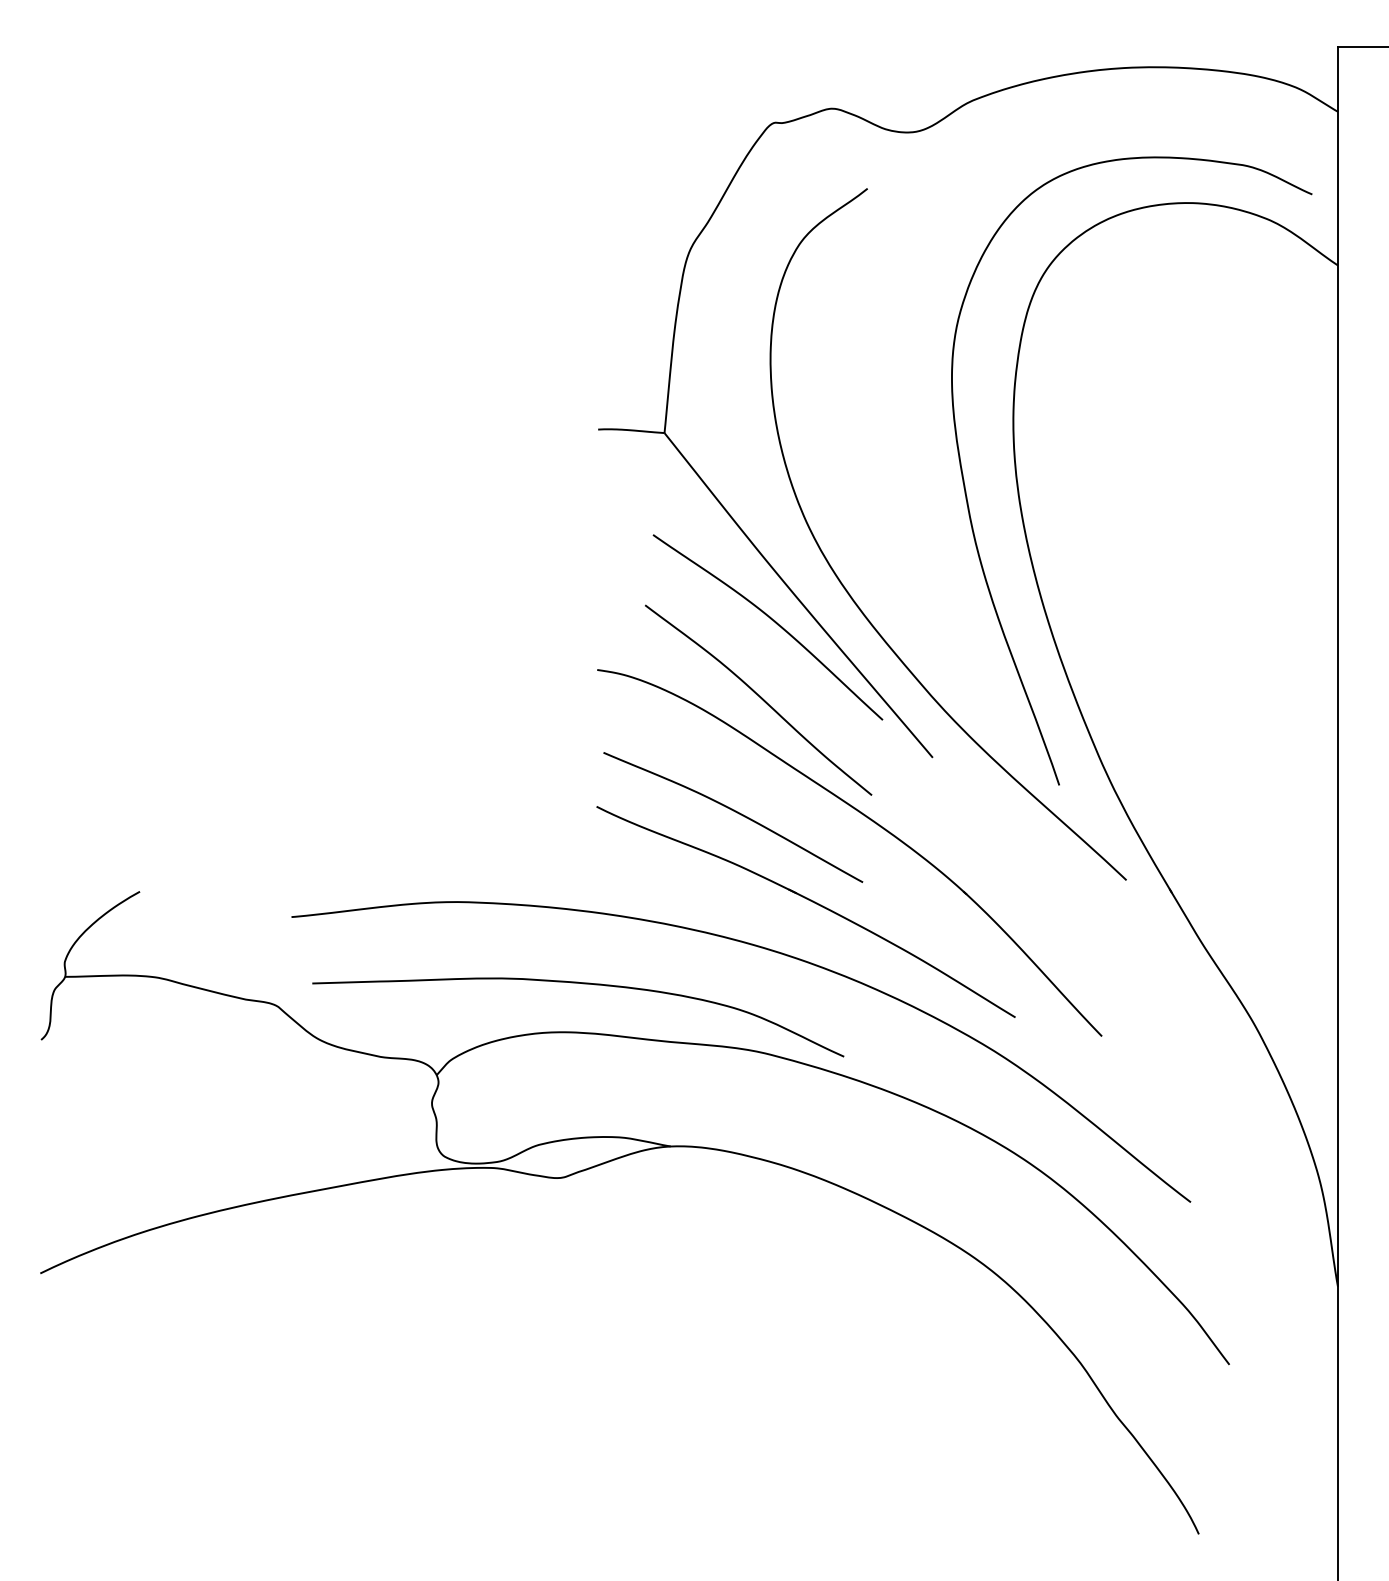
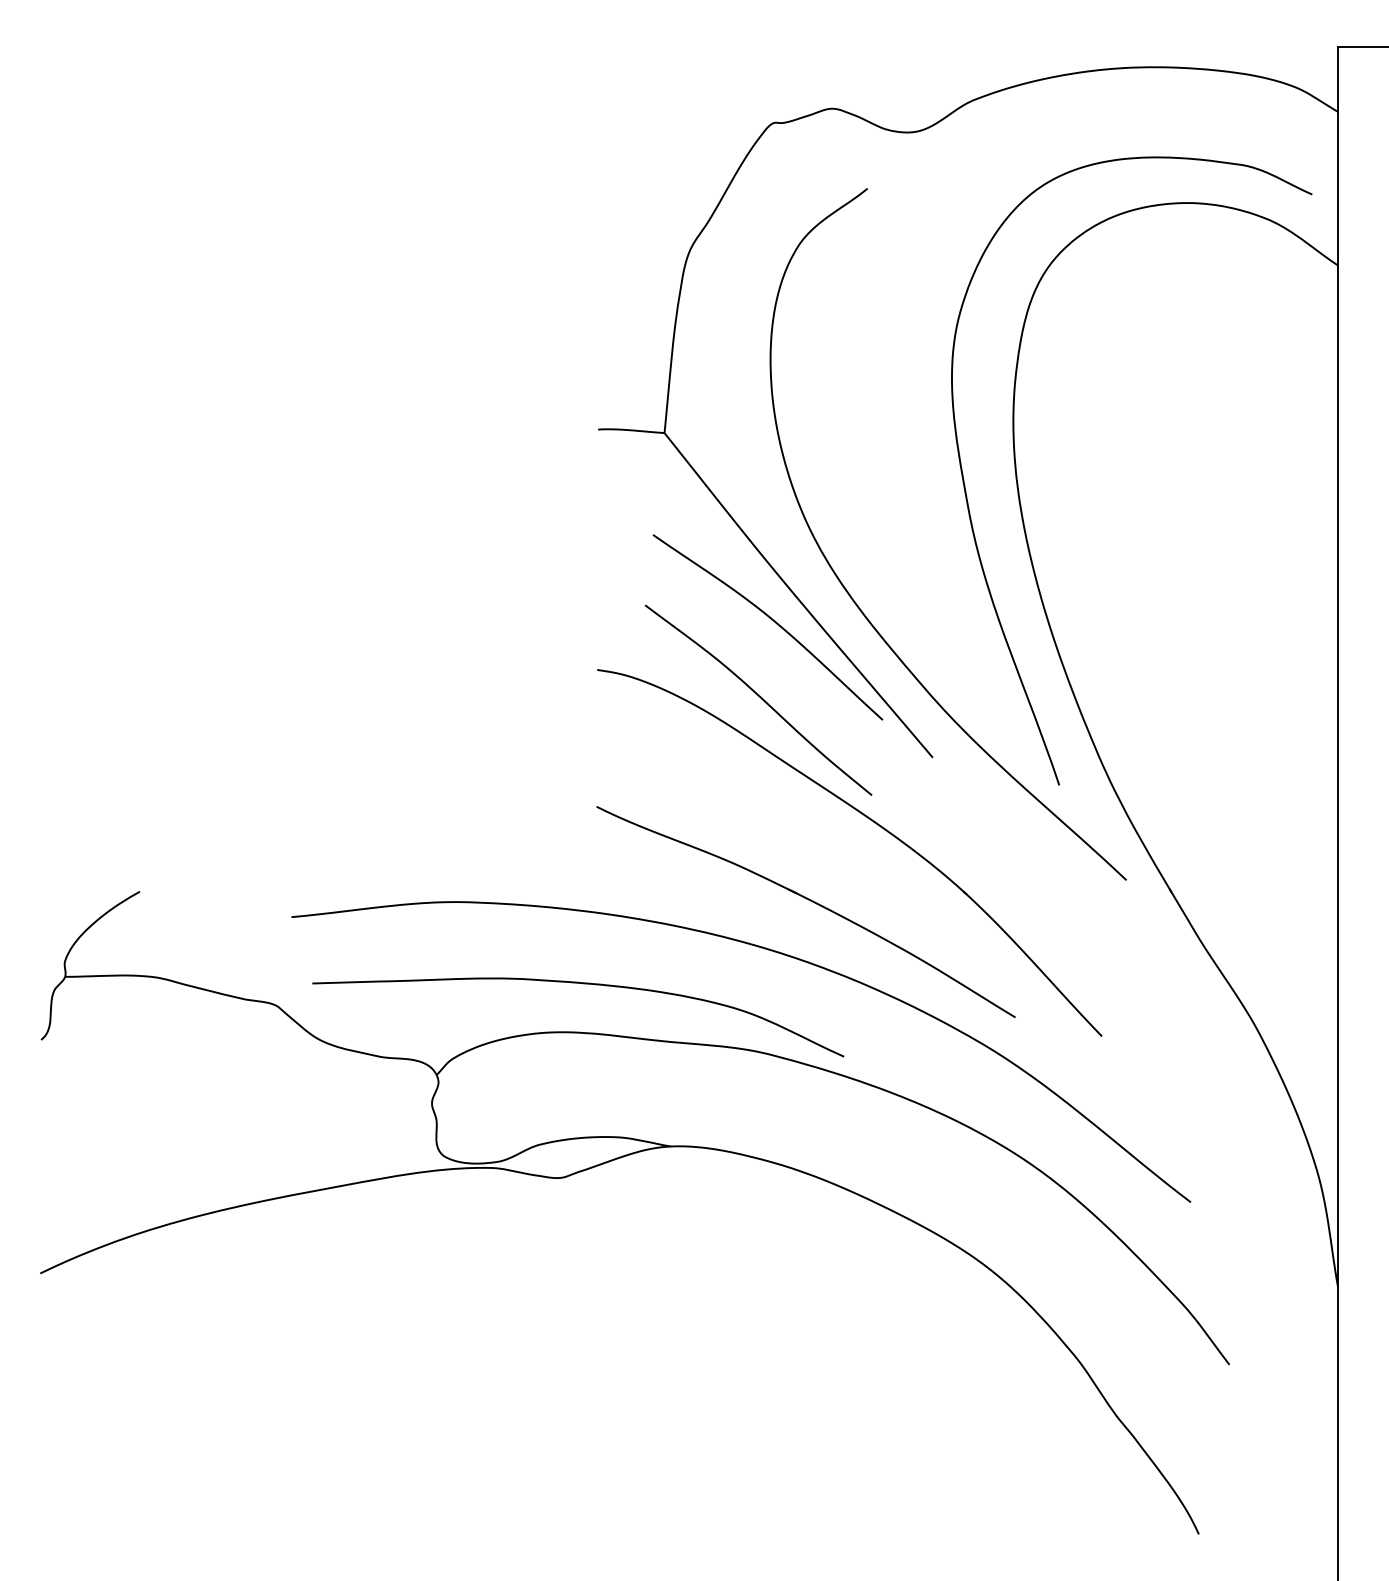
curve at (735, 812): present -> none
